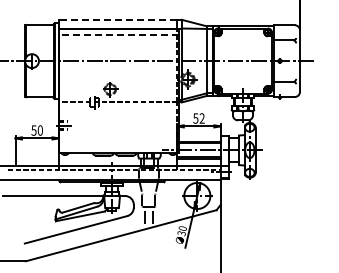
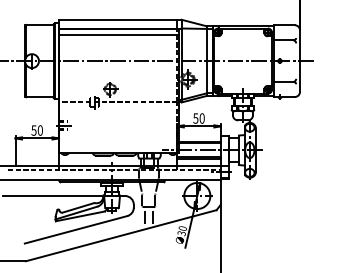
line at (117, 19): dashed -> solid
line at (118, 35): dashed -> solid
text at (201, 118): 52 -> 50
